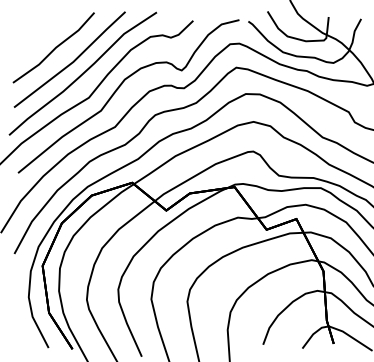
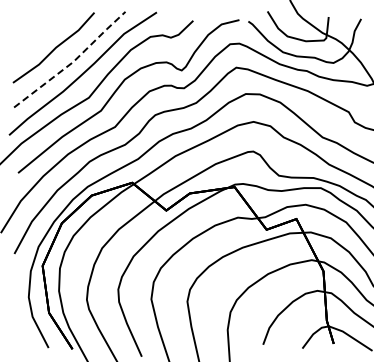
line at (73, 62): solid -> dashed
